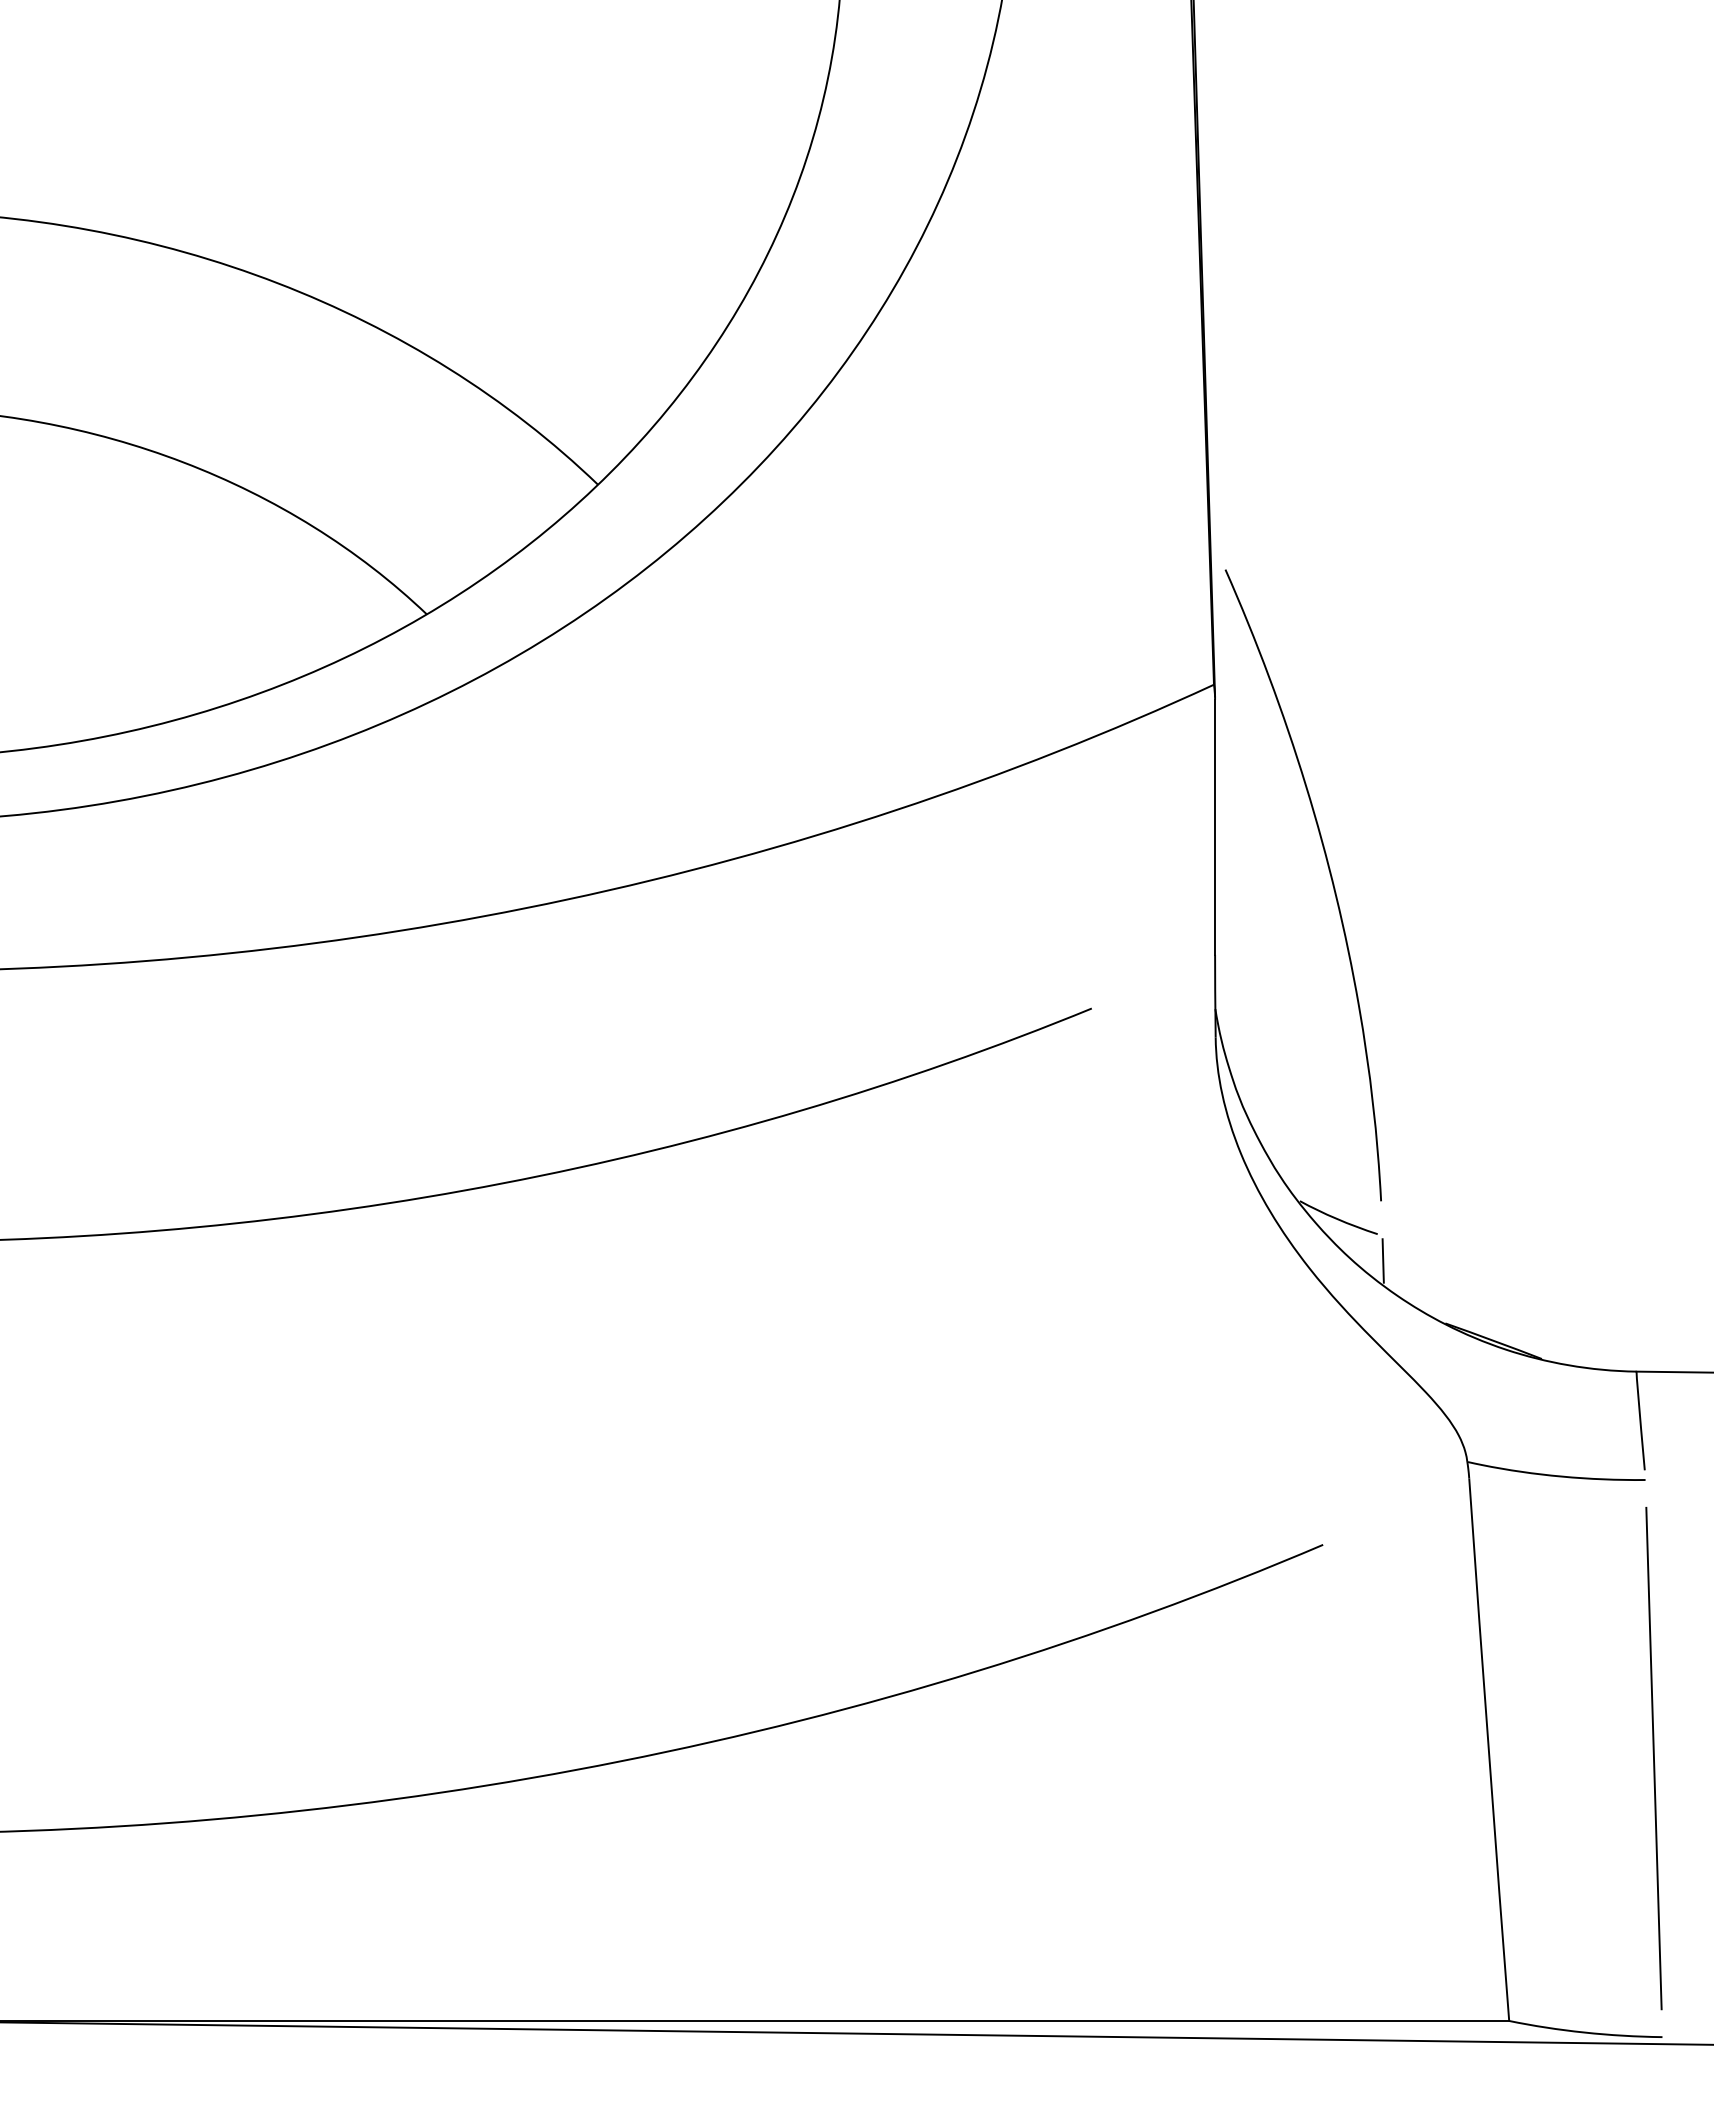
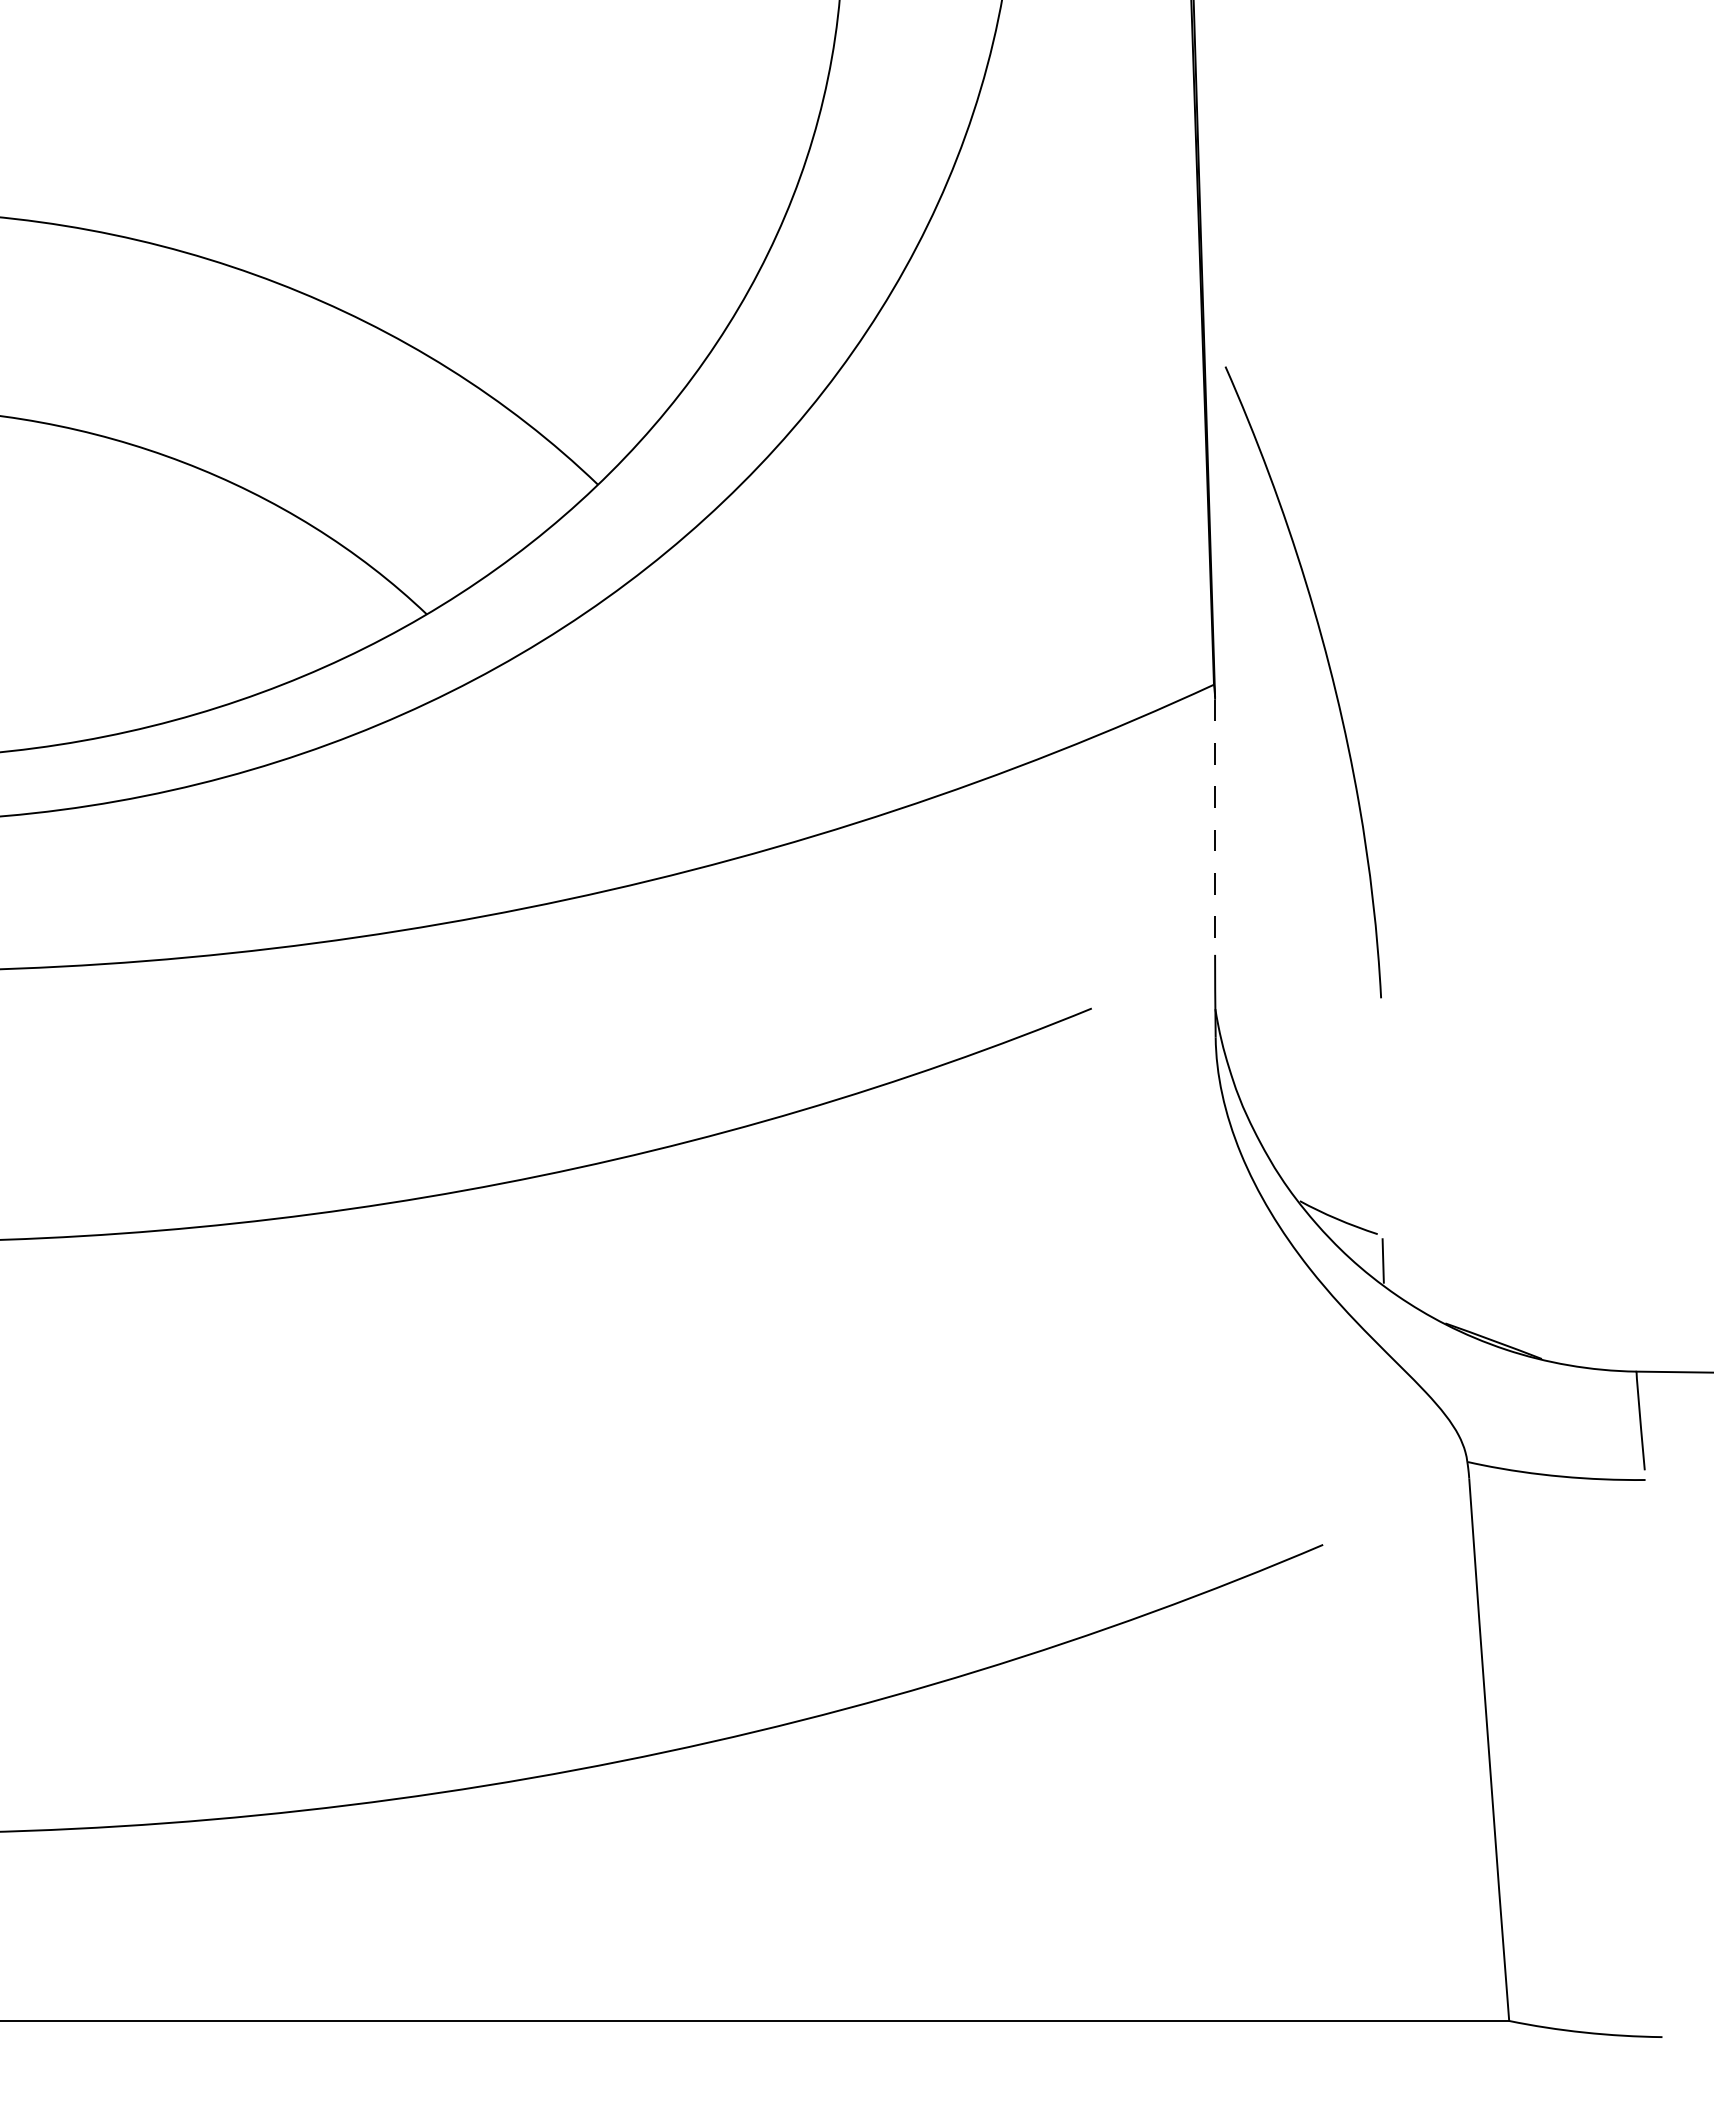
line at (1215, 827): solid -> dashed
curve at (1330, 878) position: (1330, 878) -> (1330, 675)
line at (1653, 1758): present -> none
line at (856, 2033): present -> none
